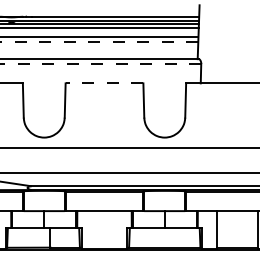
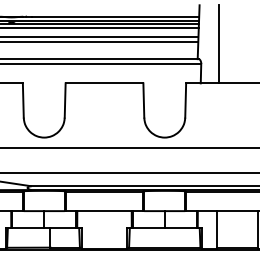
line at (99, 42): dashed -> solid
line at (219, 44): none -> present
line at (100, 63): dashed -> solid
line at (104, 83): dashed -> solid
